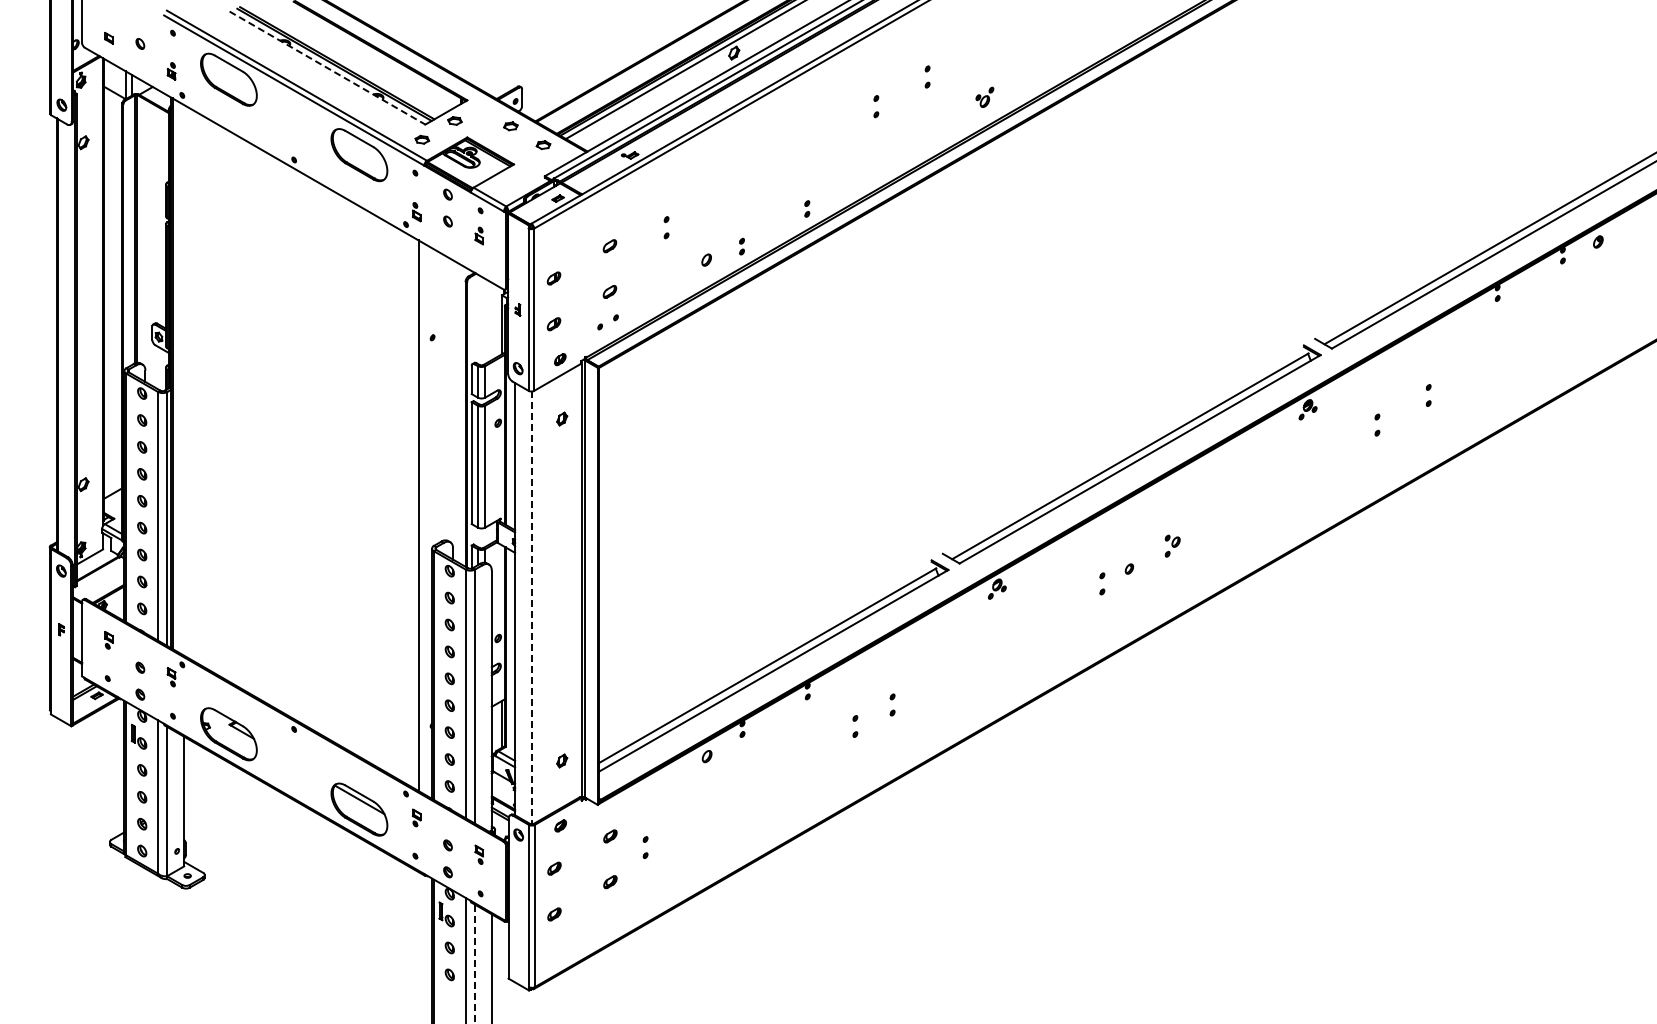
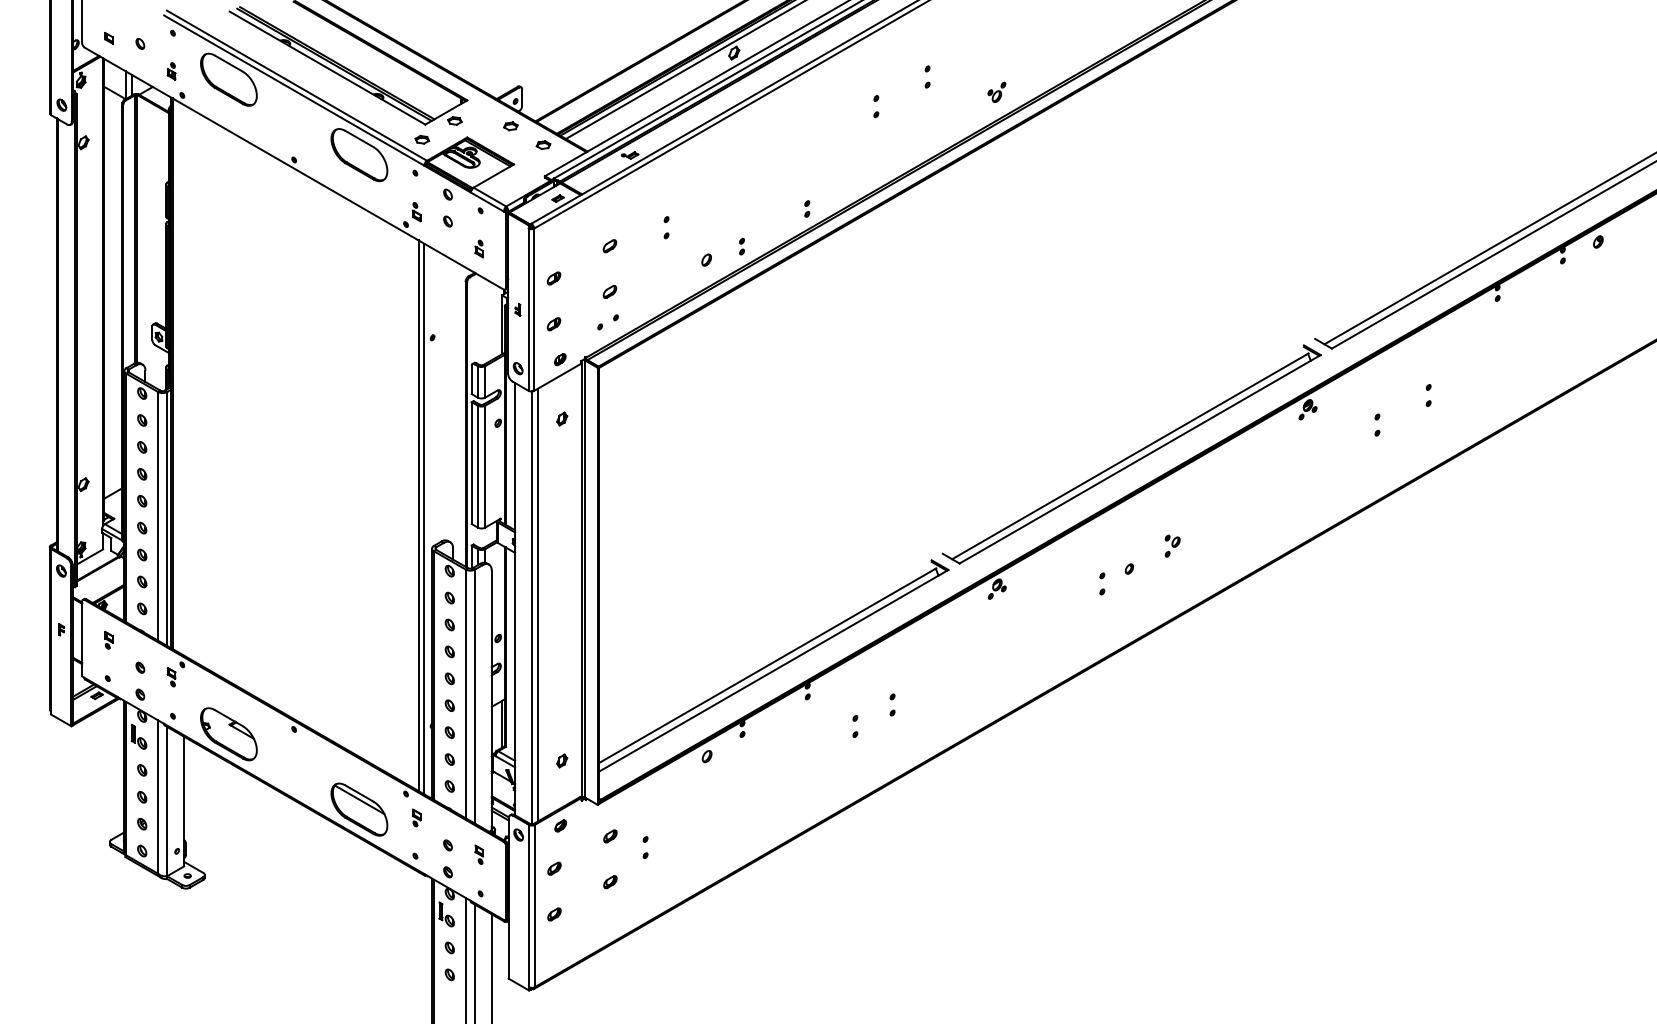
line at (327, 68): dashed -> solid
part at (984, 96) position: (984, 96) -> (996, 91)
part at (478, 235) position: (478, 235) -> (478, 248)
line at (424, 518): none -> present
line at (537, 604): none -> present
line at (532, 608): dashed -> solid
line at (475, 964): dashed -> solid
